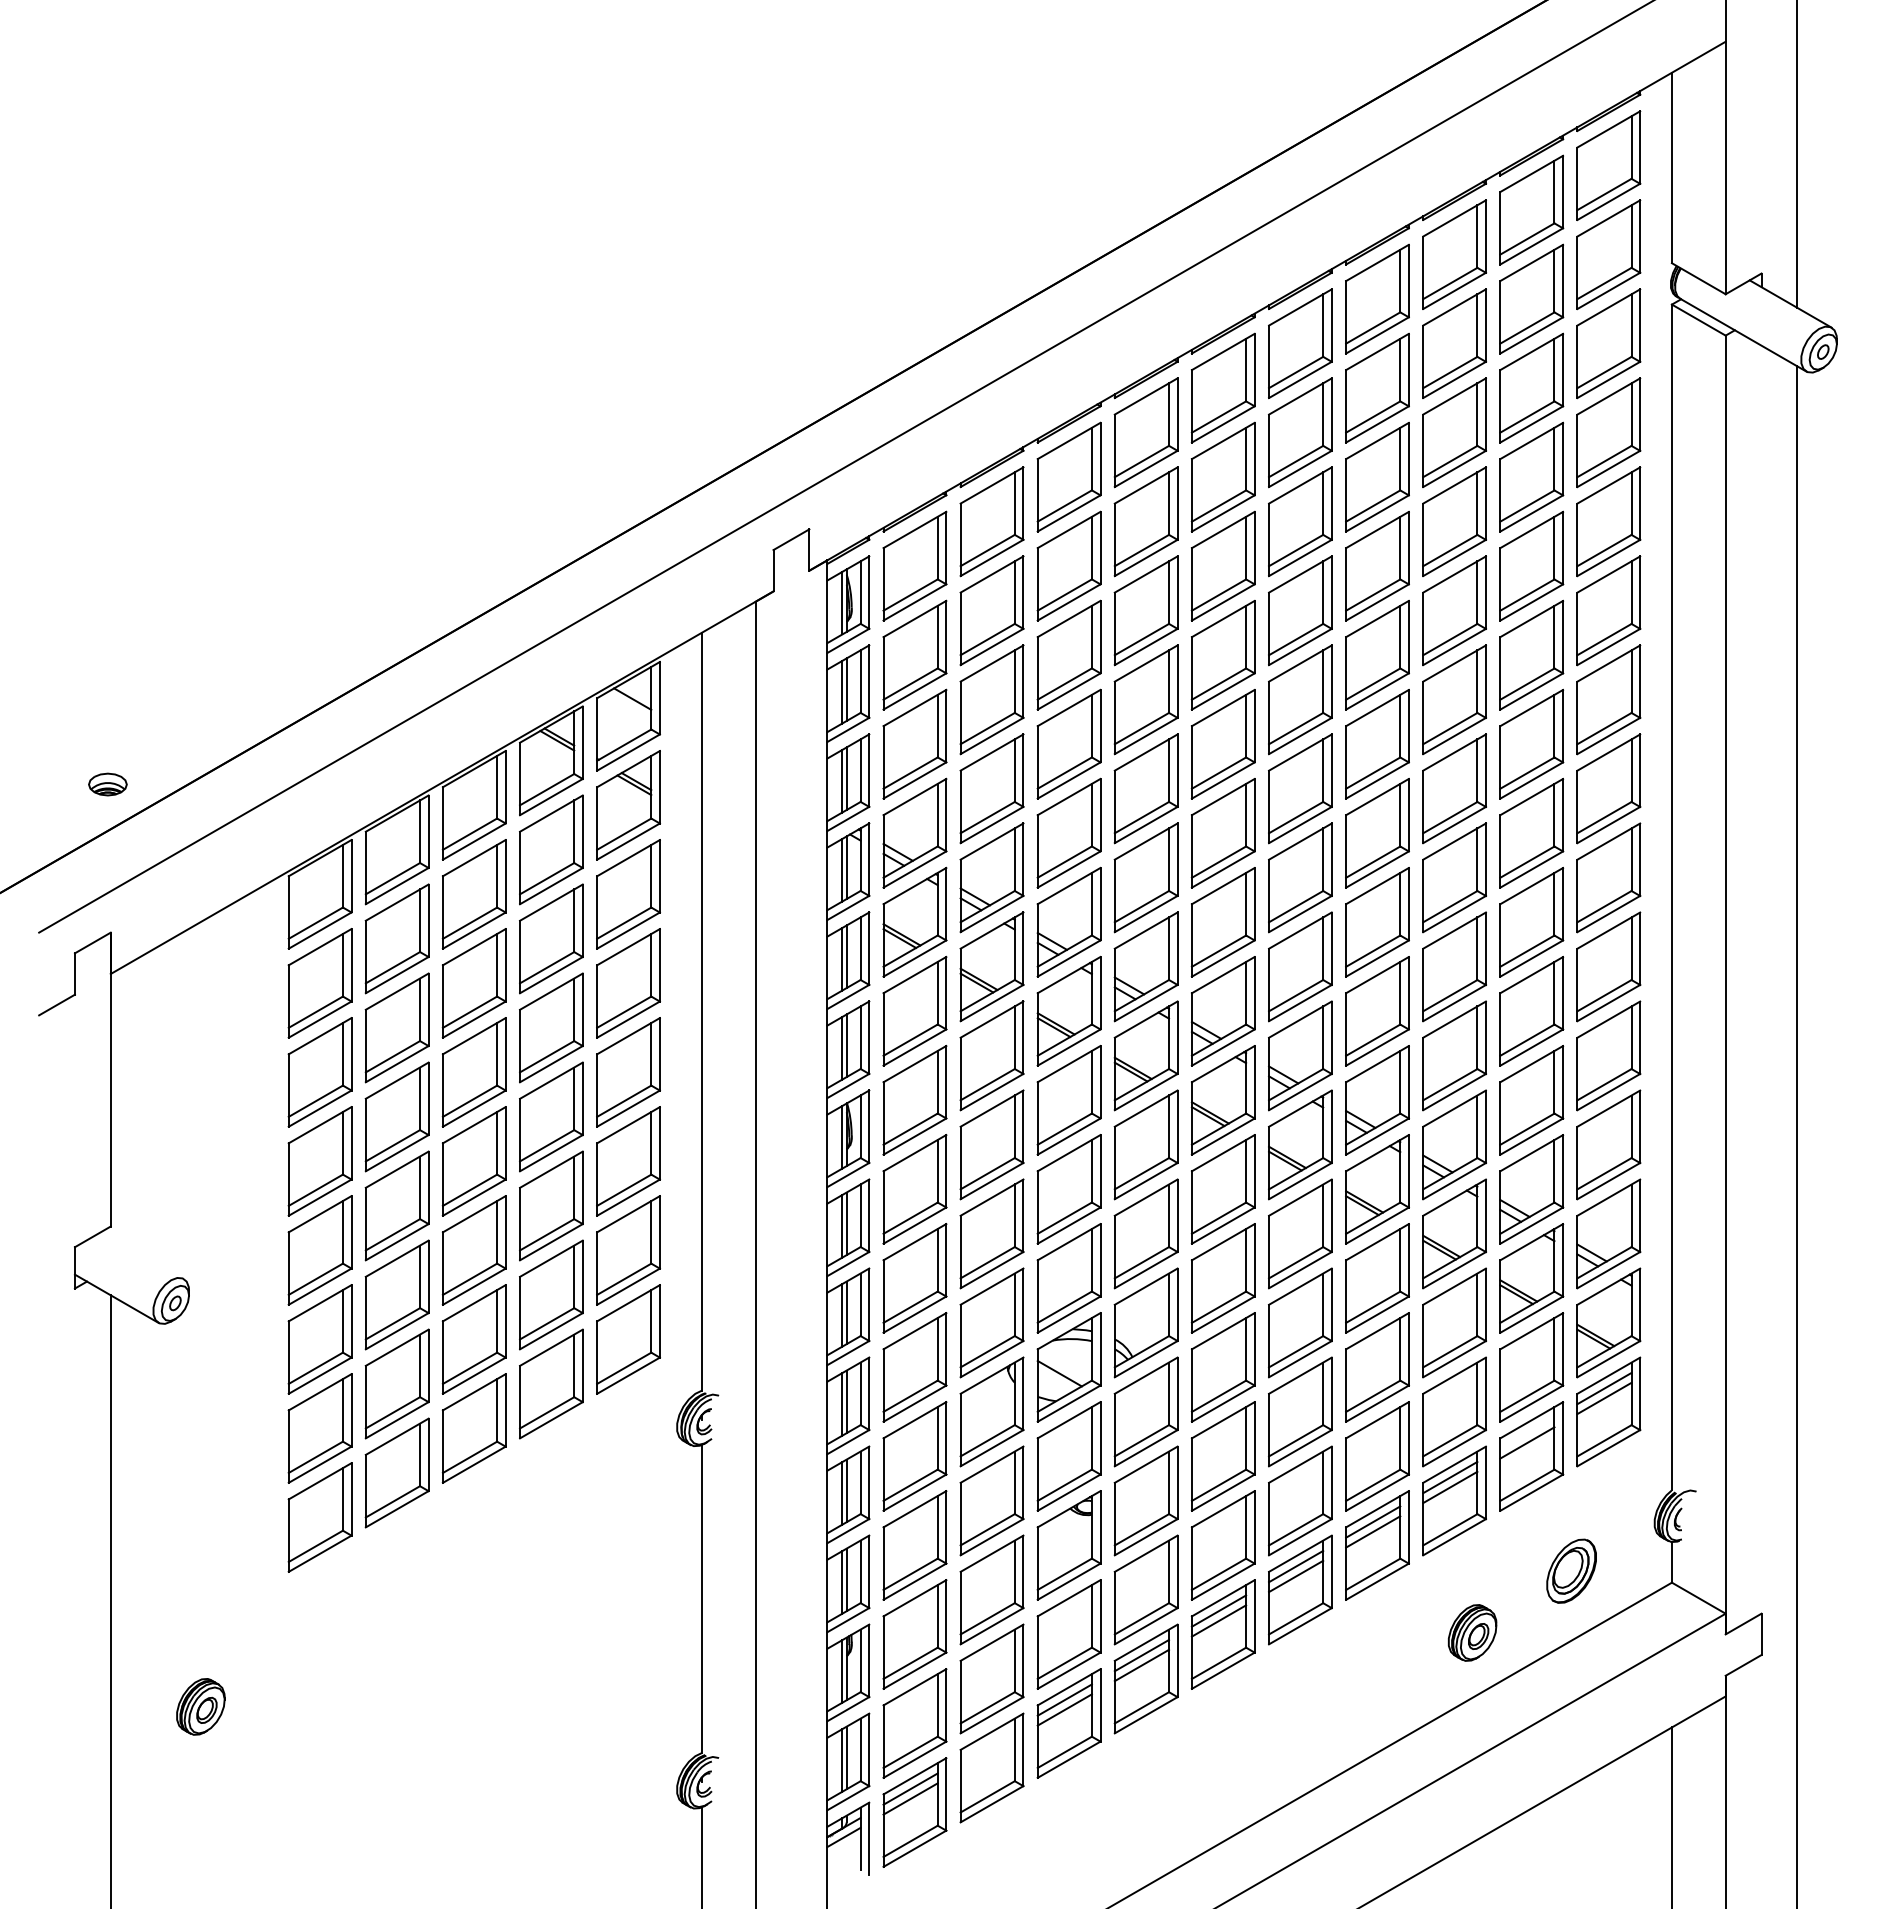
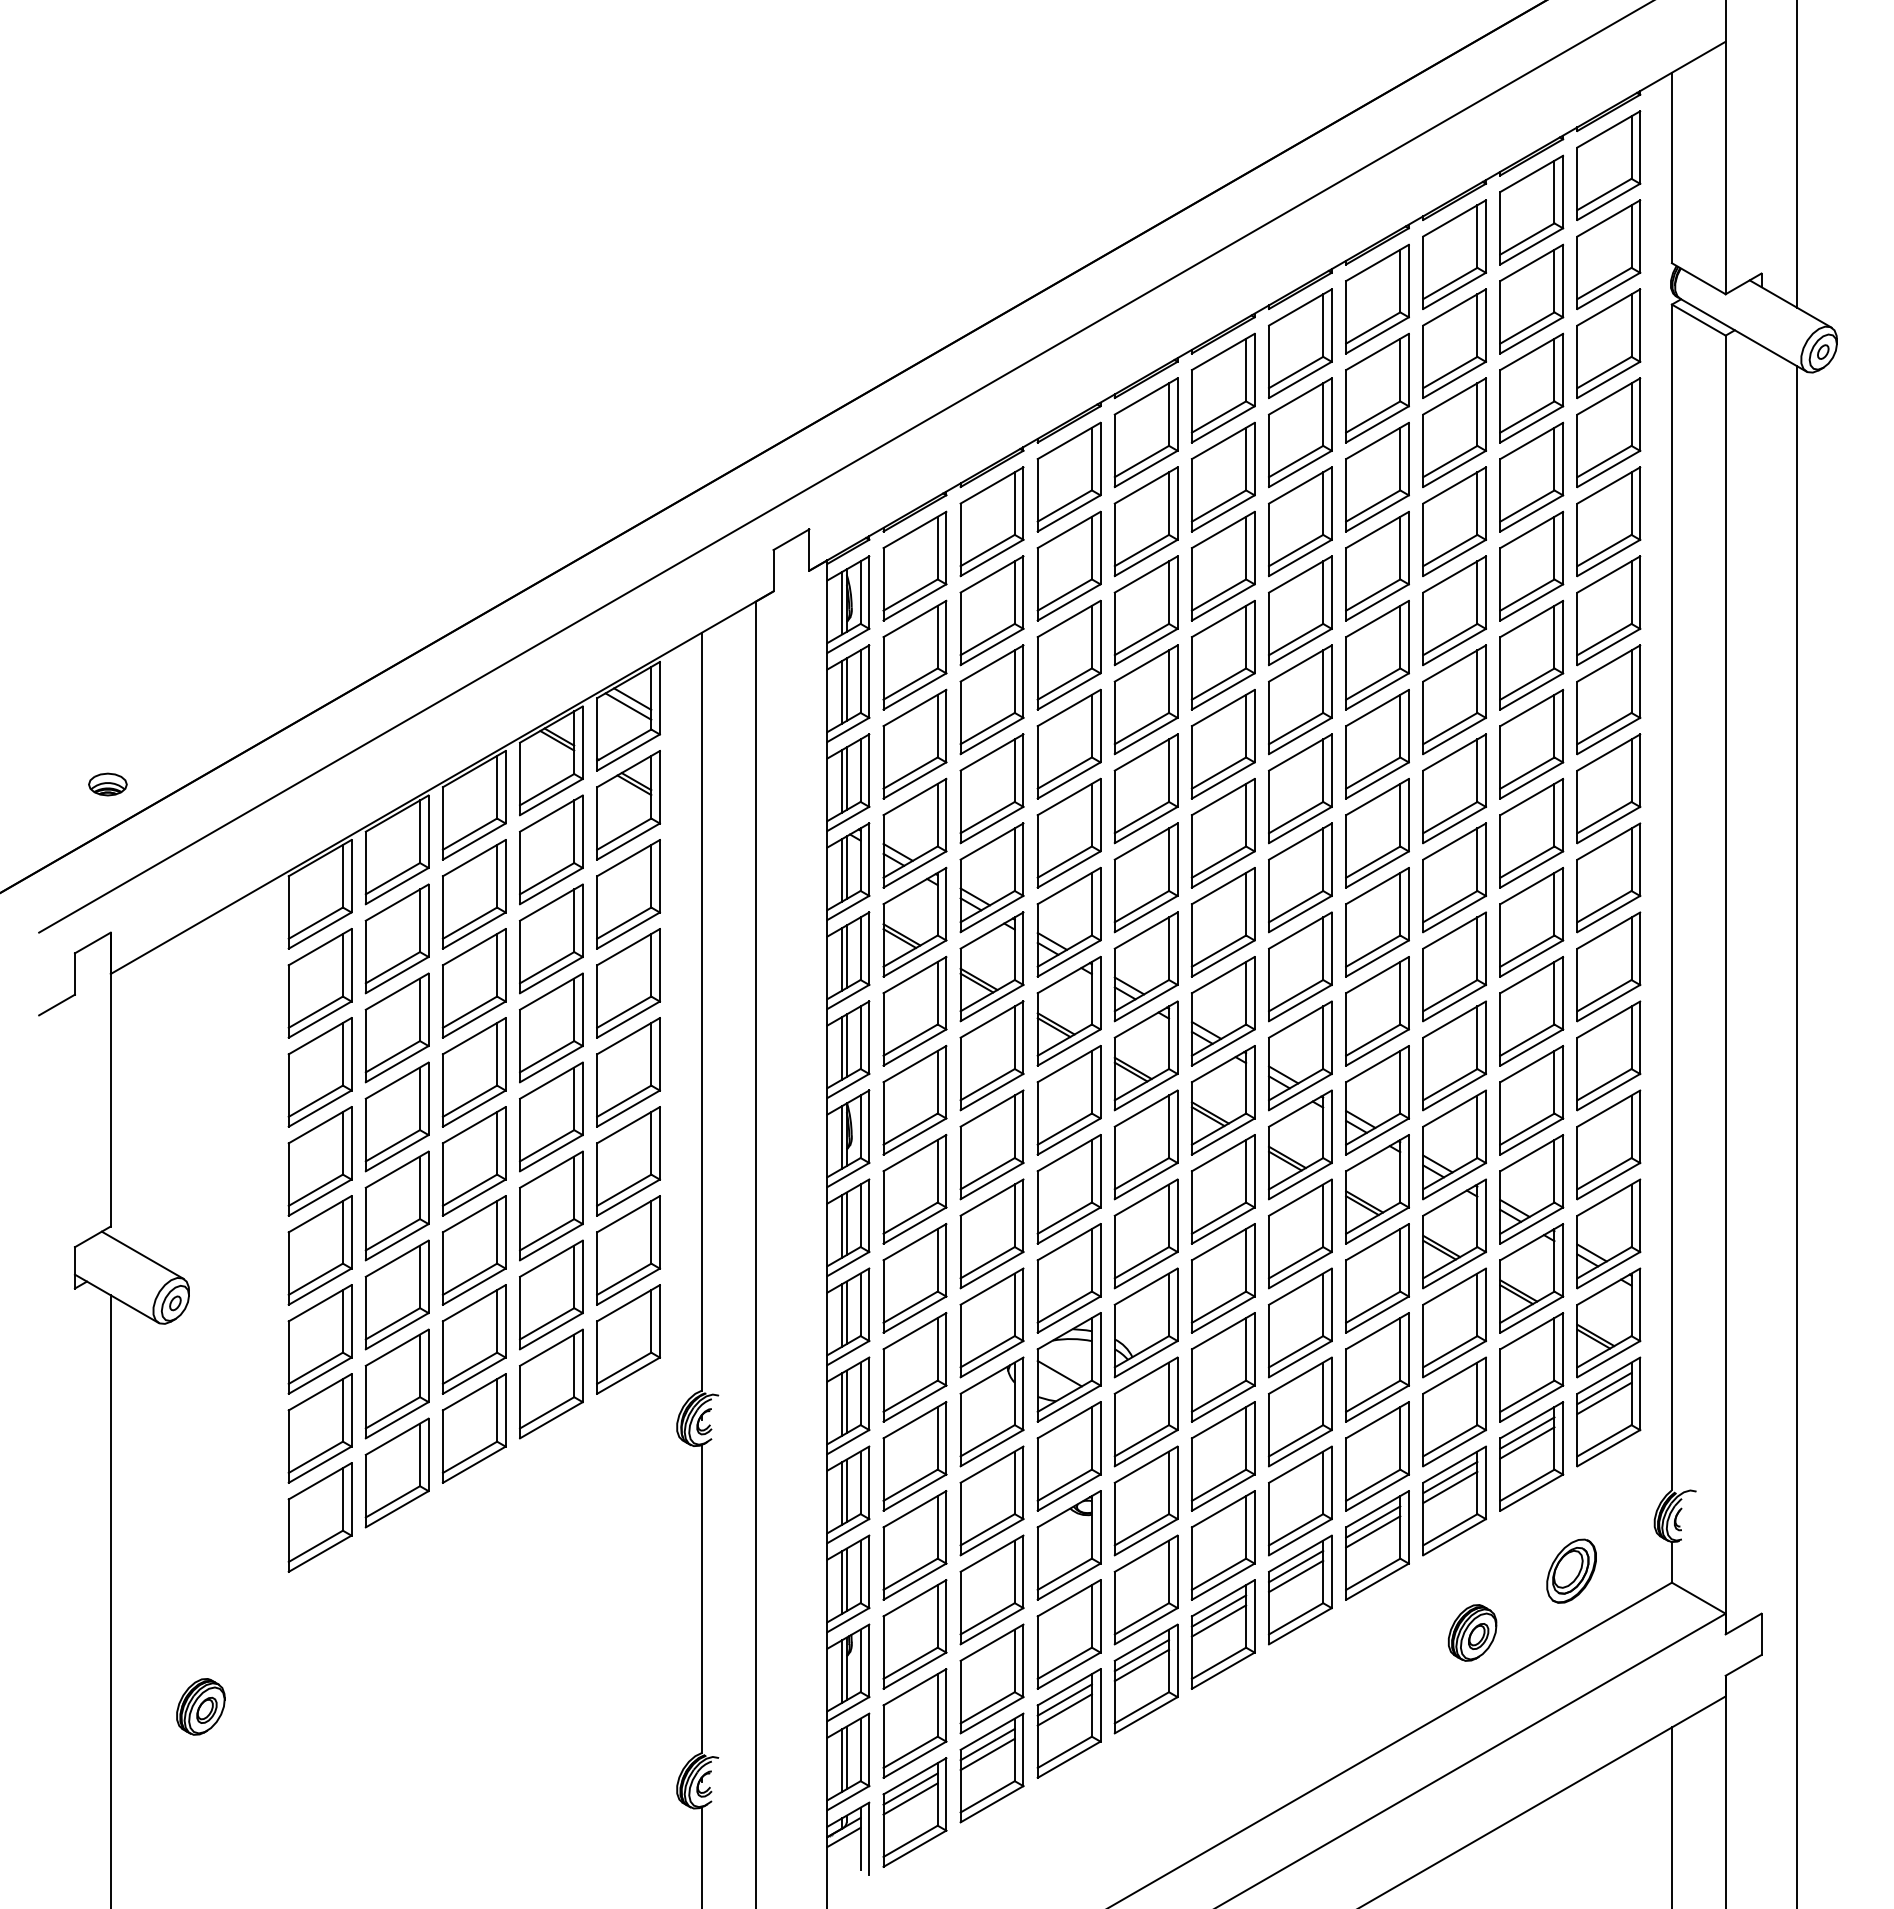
line at (628, 706): none -> present
line at (142, 1254): none -> present
line at (1527, 1432): none -> present
line at (987, 1744): none -> present
line at (987, 1754): none -> present
